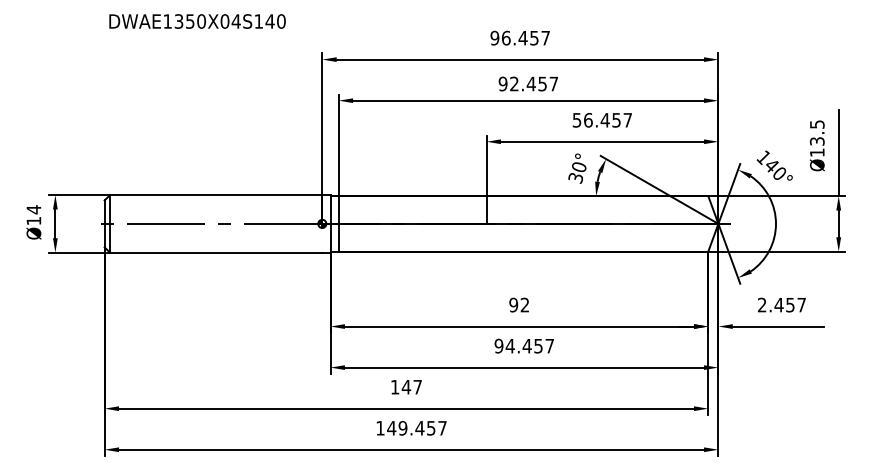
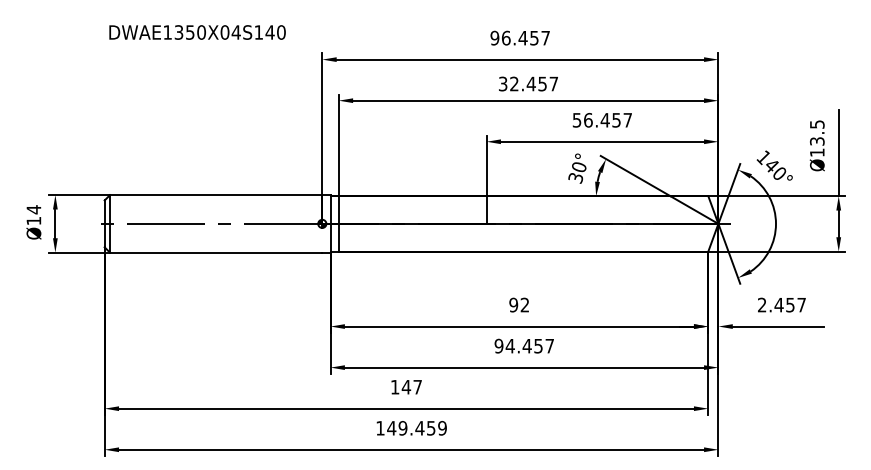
text at (197, 21) position: (197, 21) -> (197, 32)
text at (502, 83): 92.457 -> 32.457
text at (442, 427): 149.457 -> 149.459
